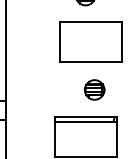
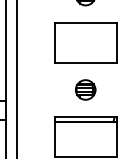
part at (90, 41) position: (90, 41) -> (85, 42)
line at (16, 78): none -> present
part at (94, 89) position: (94, 89) -> (85, 89)
